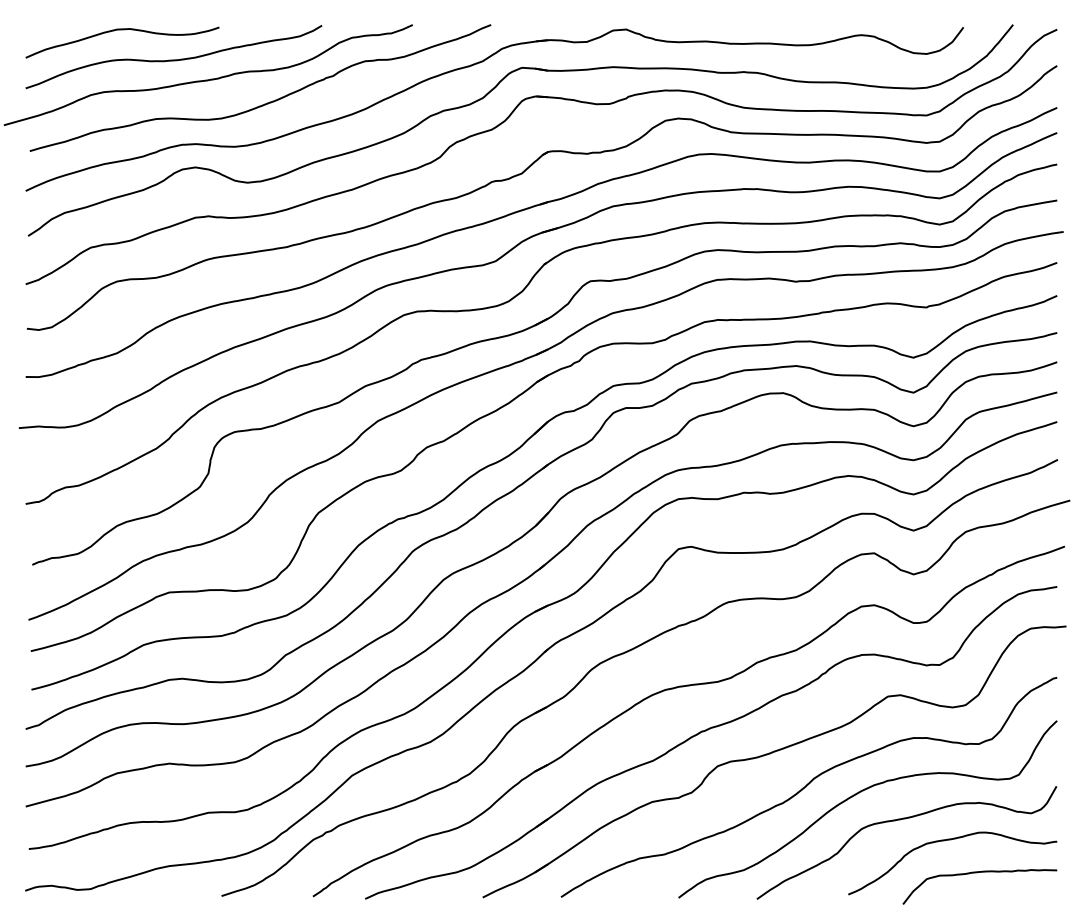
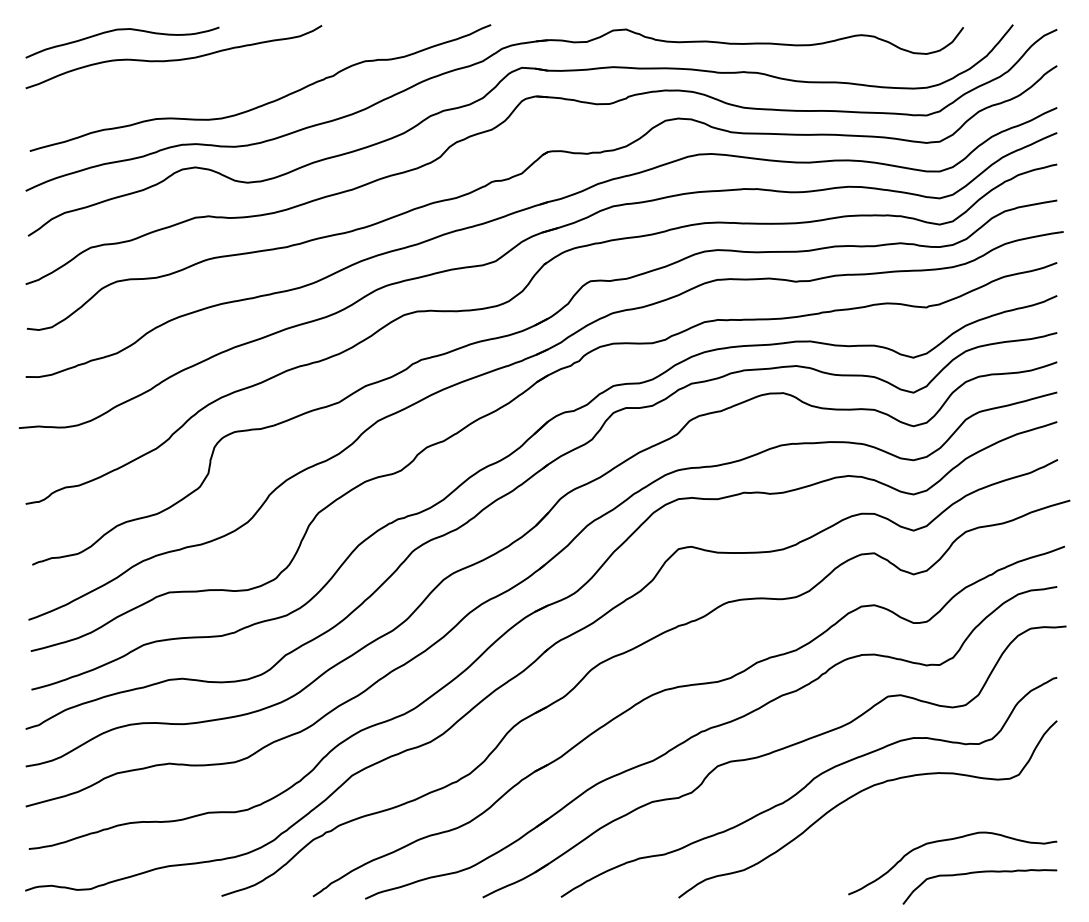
curve at (207, 79): present -> none
curve at (900, 820): present -> none
